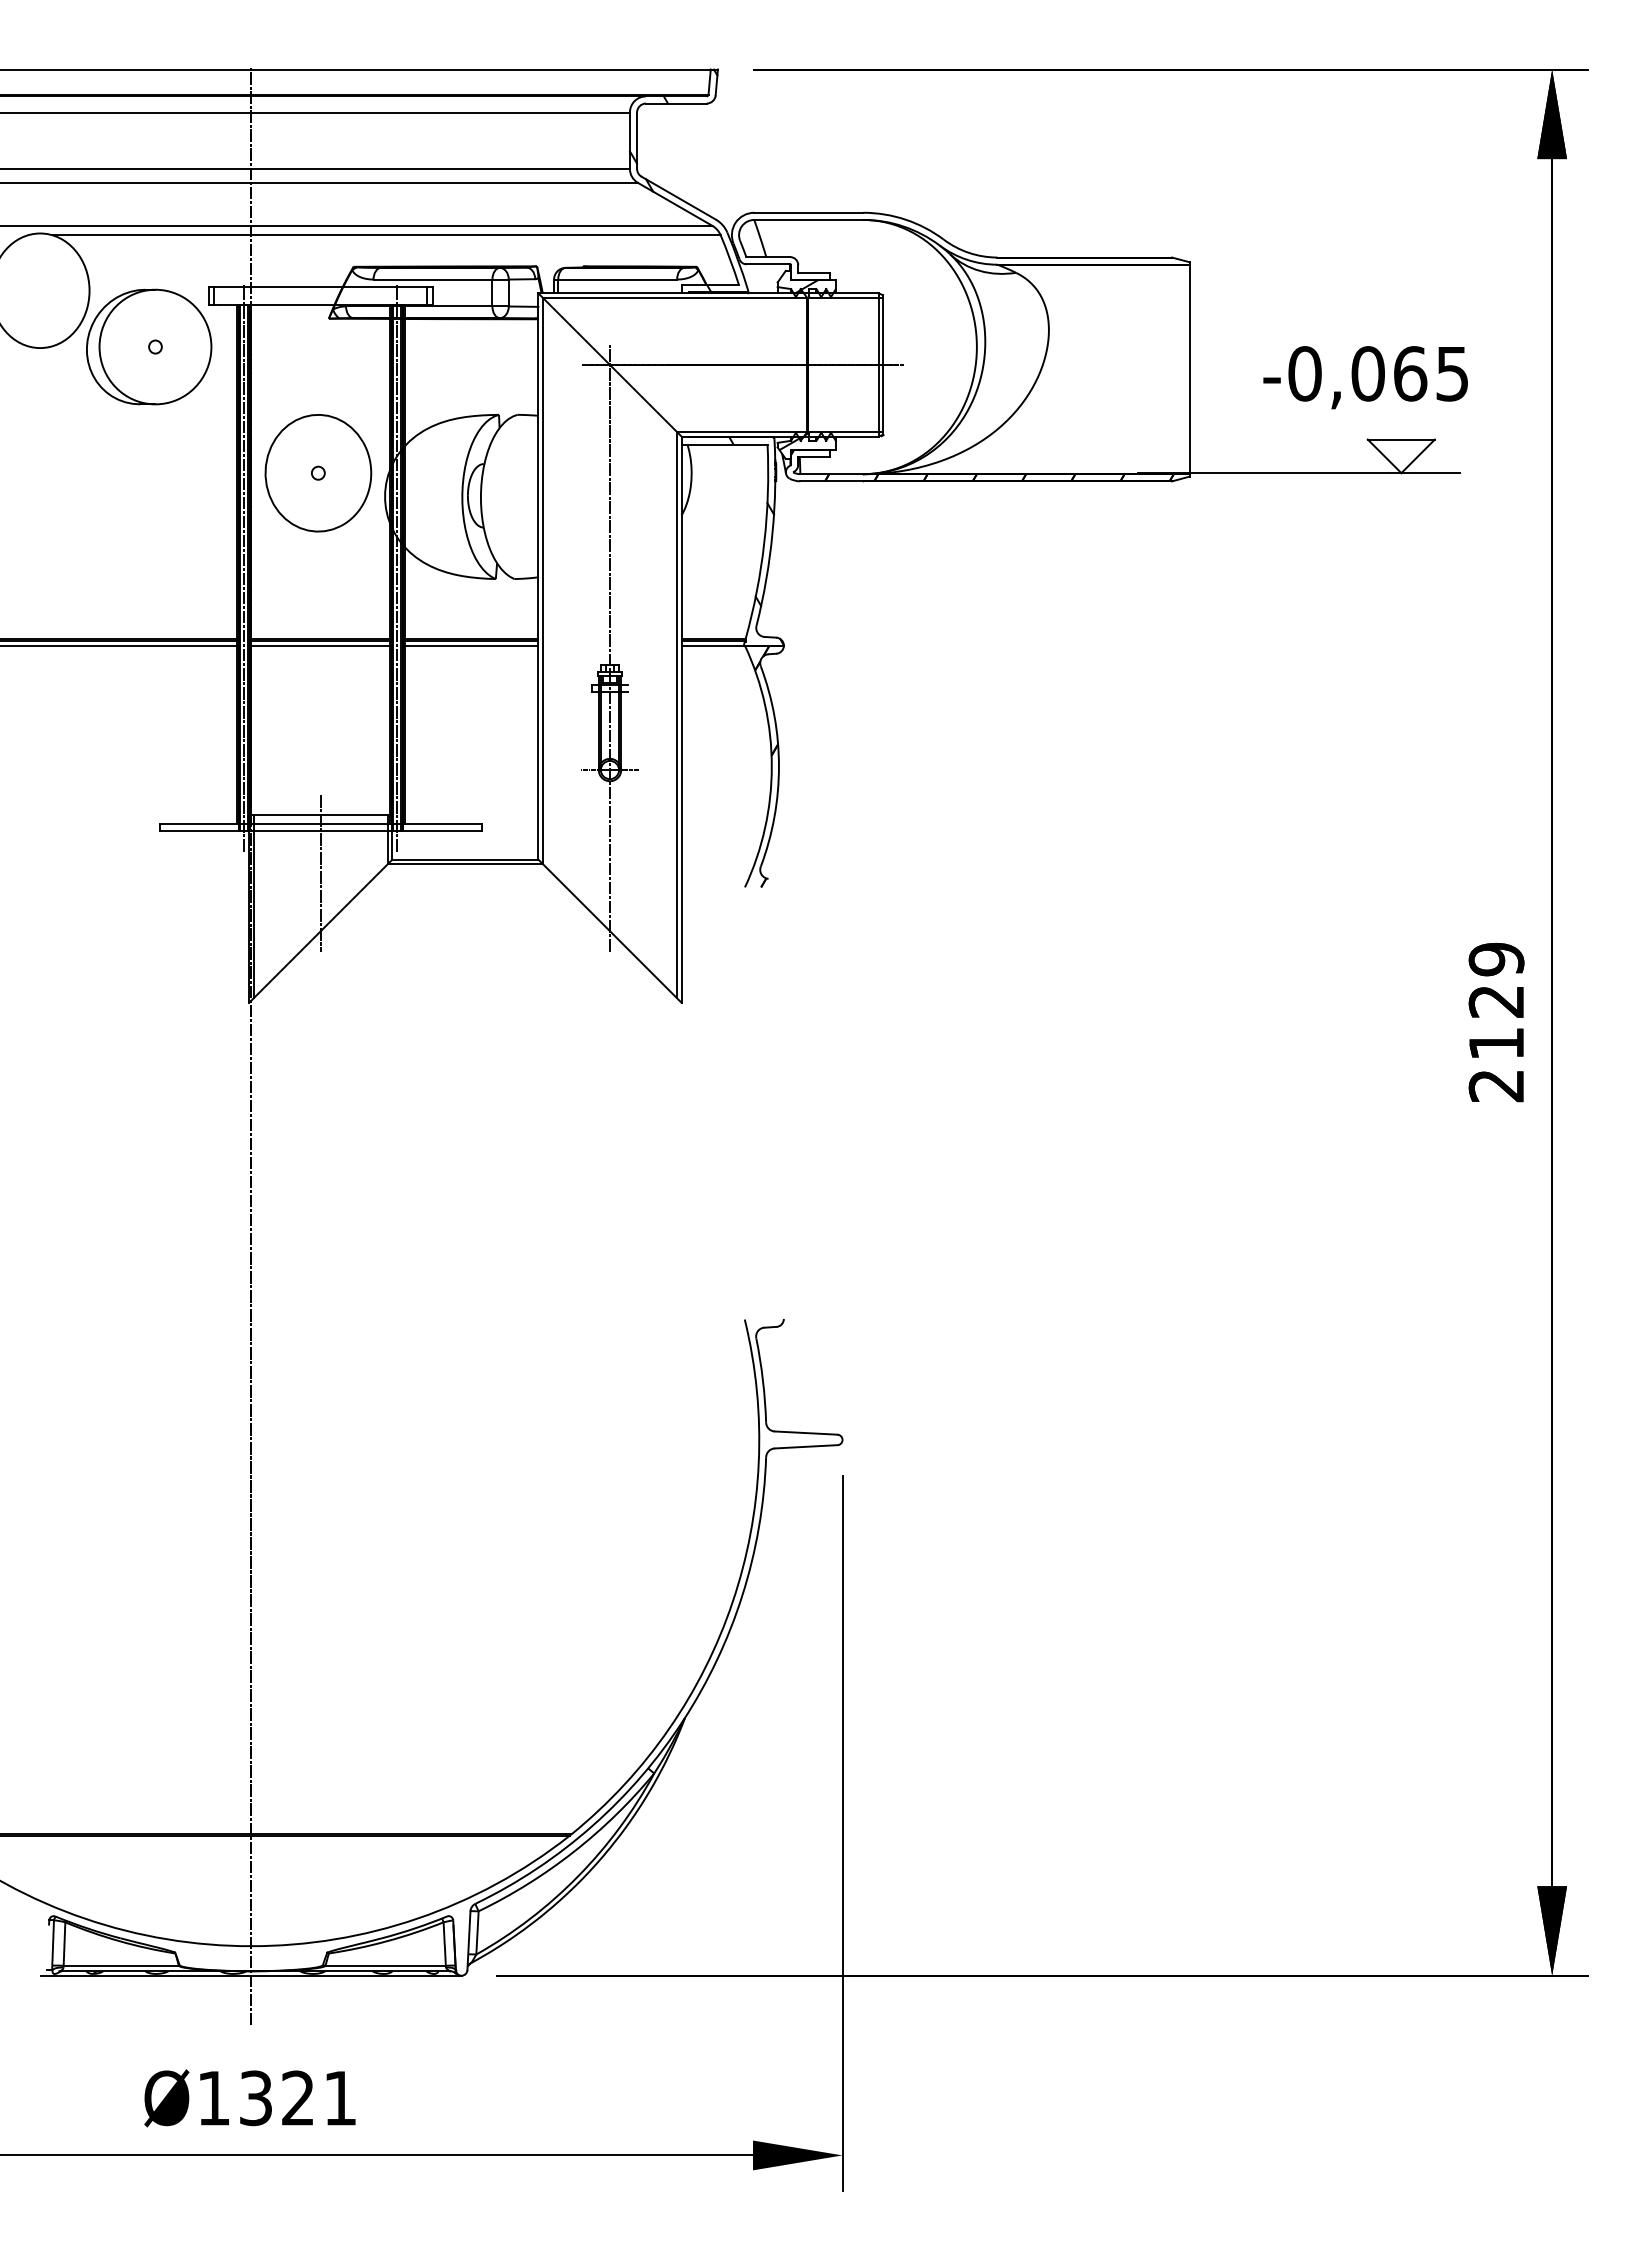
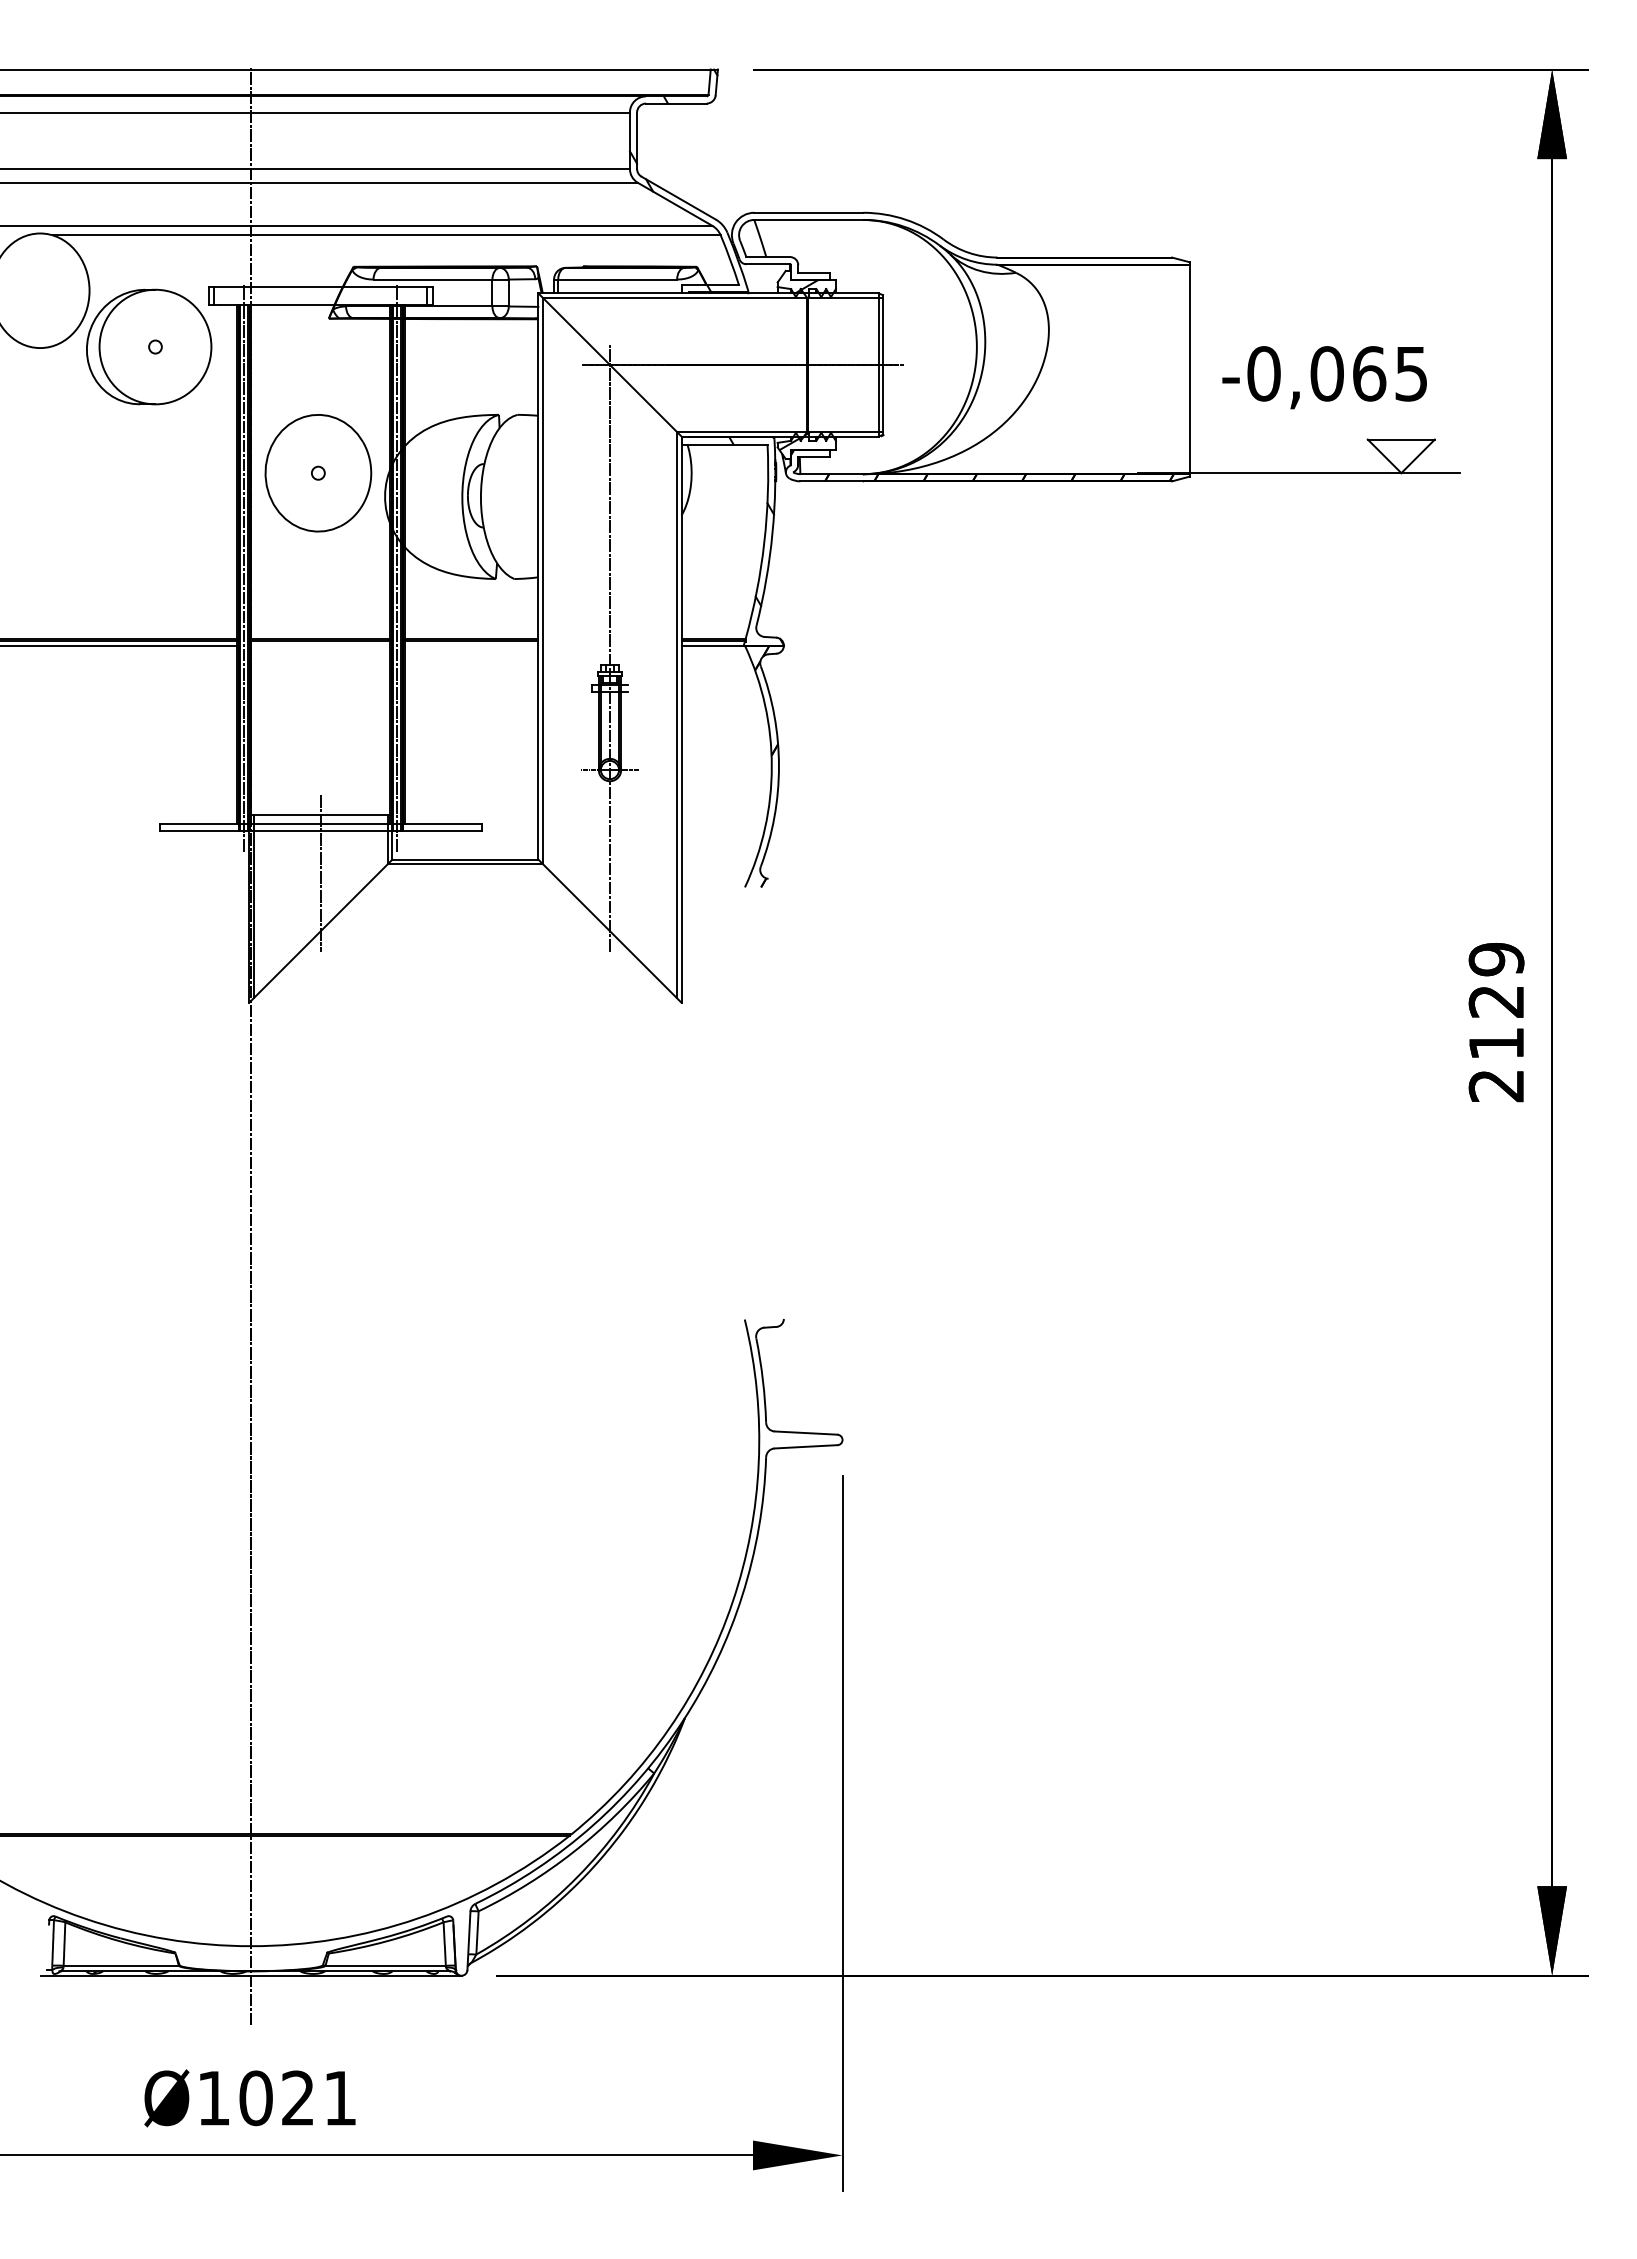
text at (1365, 377) position: (1365, 377) -> (1324, 377)
line at (320, 645): present -> none
line at (471, 645): present -> none
text at (255, 2098): Ø1321 -> Ø1021
